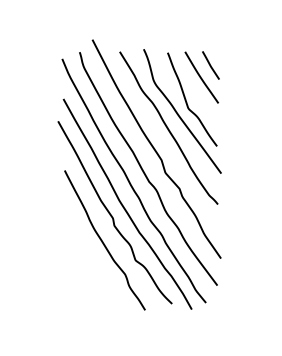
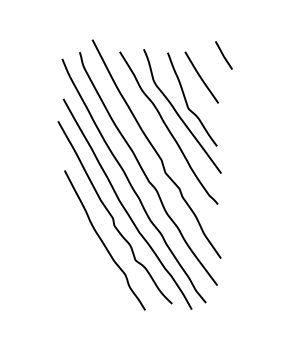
line at (210, 65) position: (210, 65) -> (223, 55)
